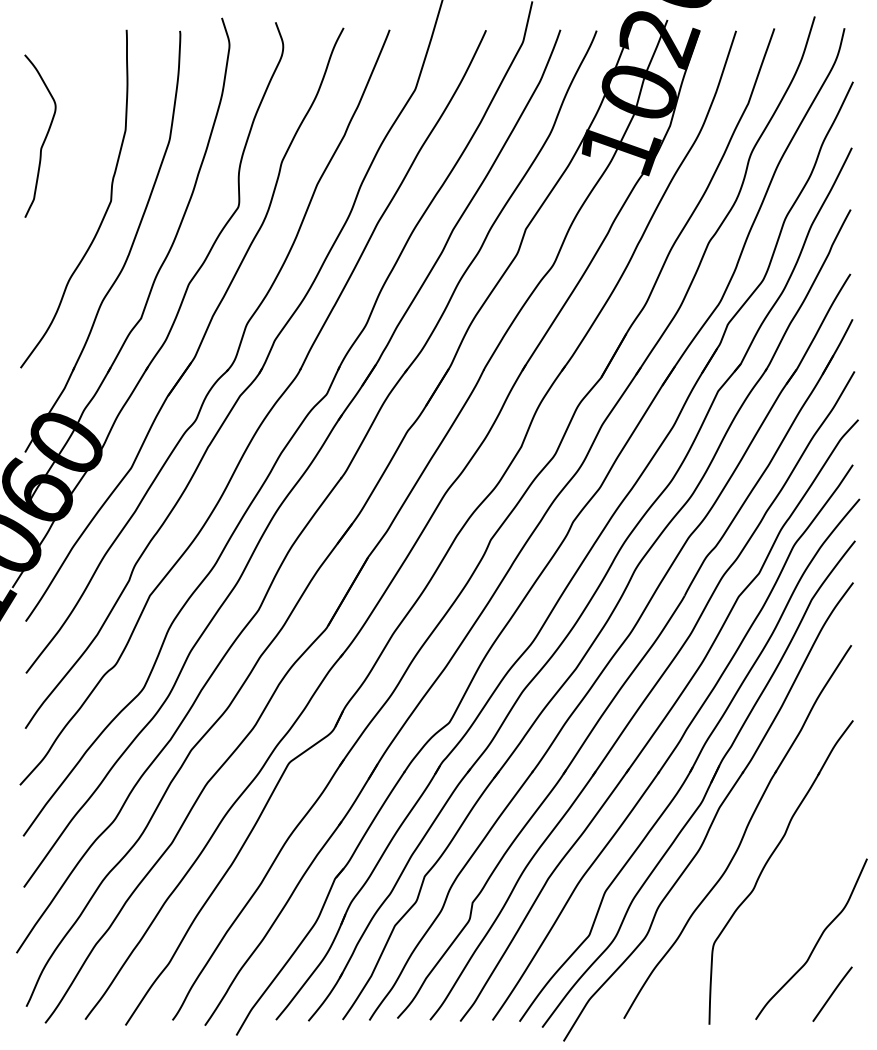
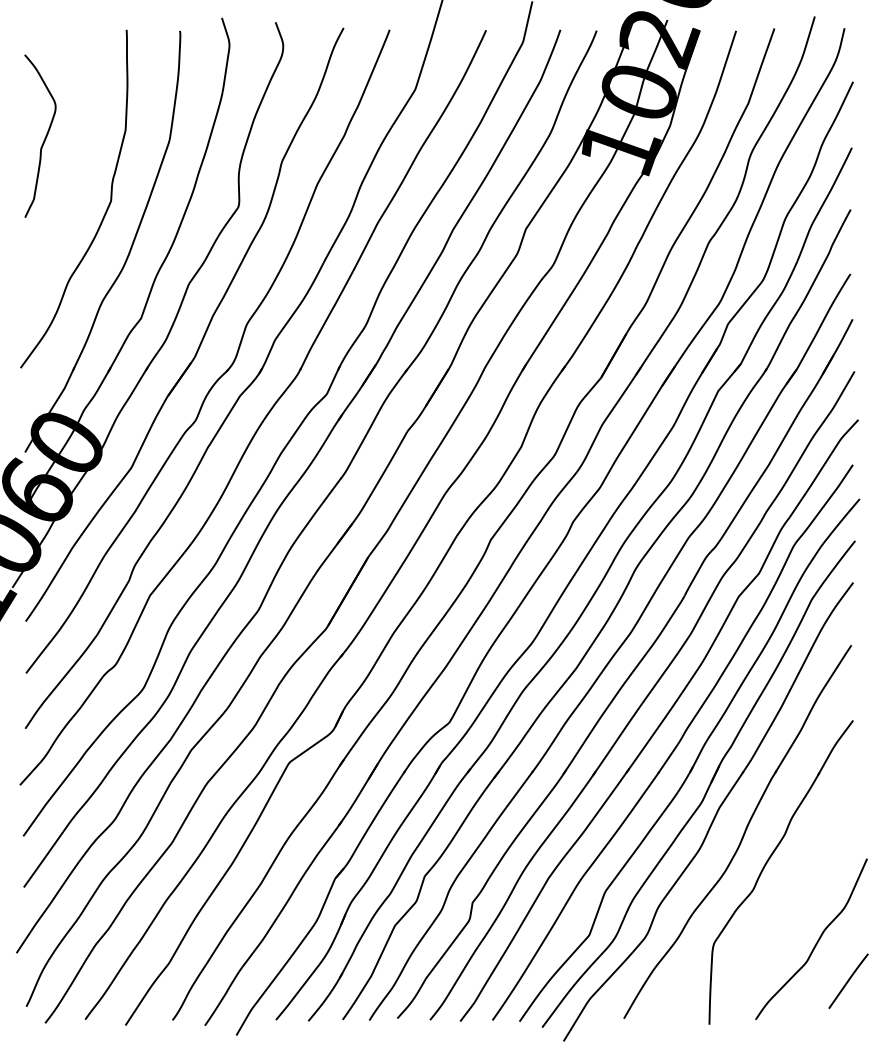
line at (832, 993) position: (832, 993) -> (848, 980)
